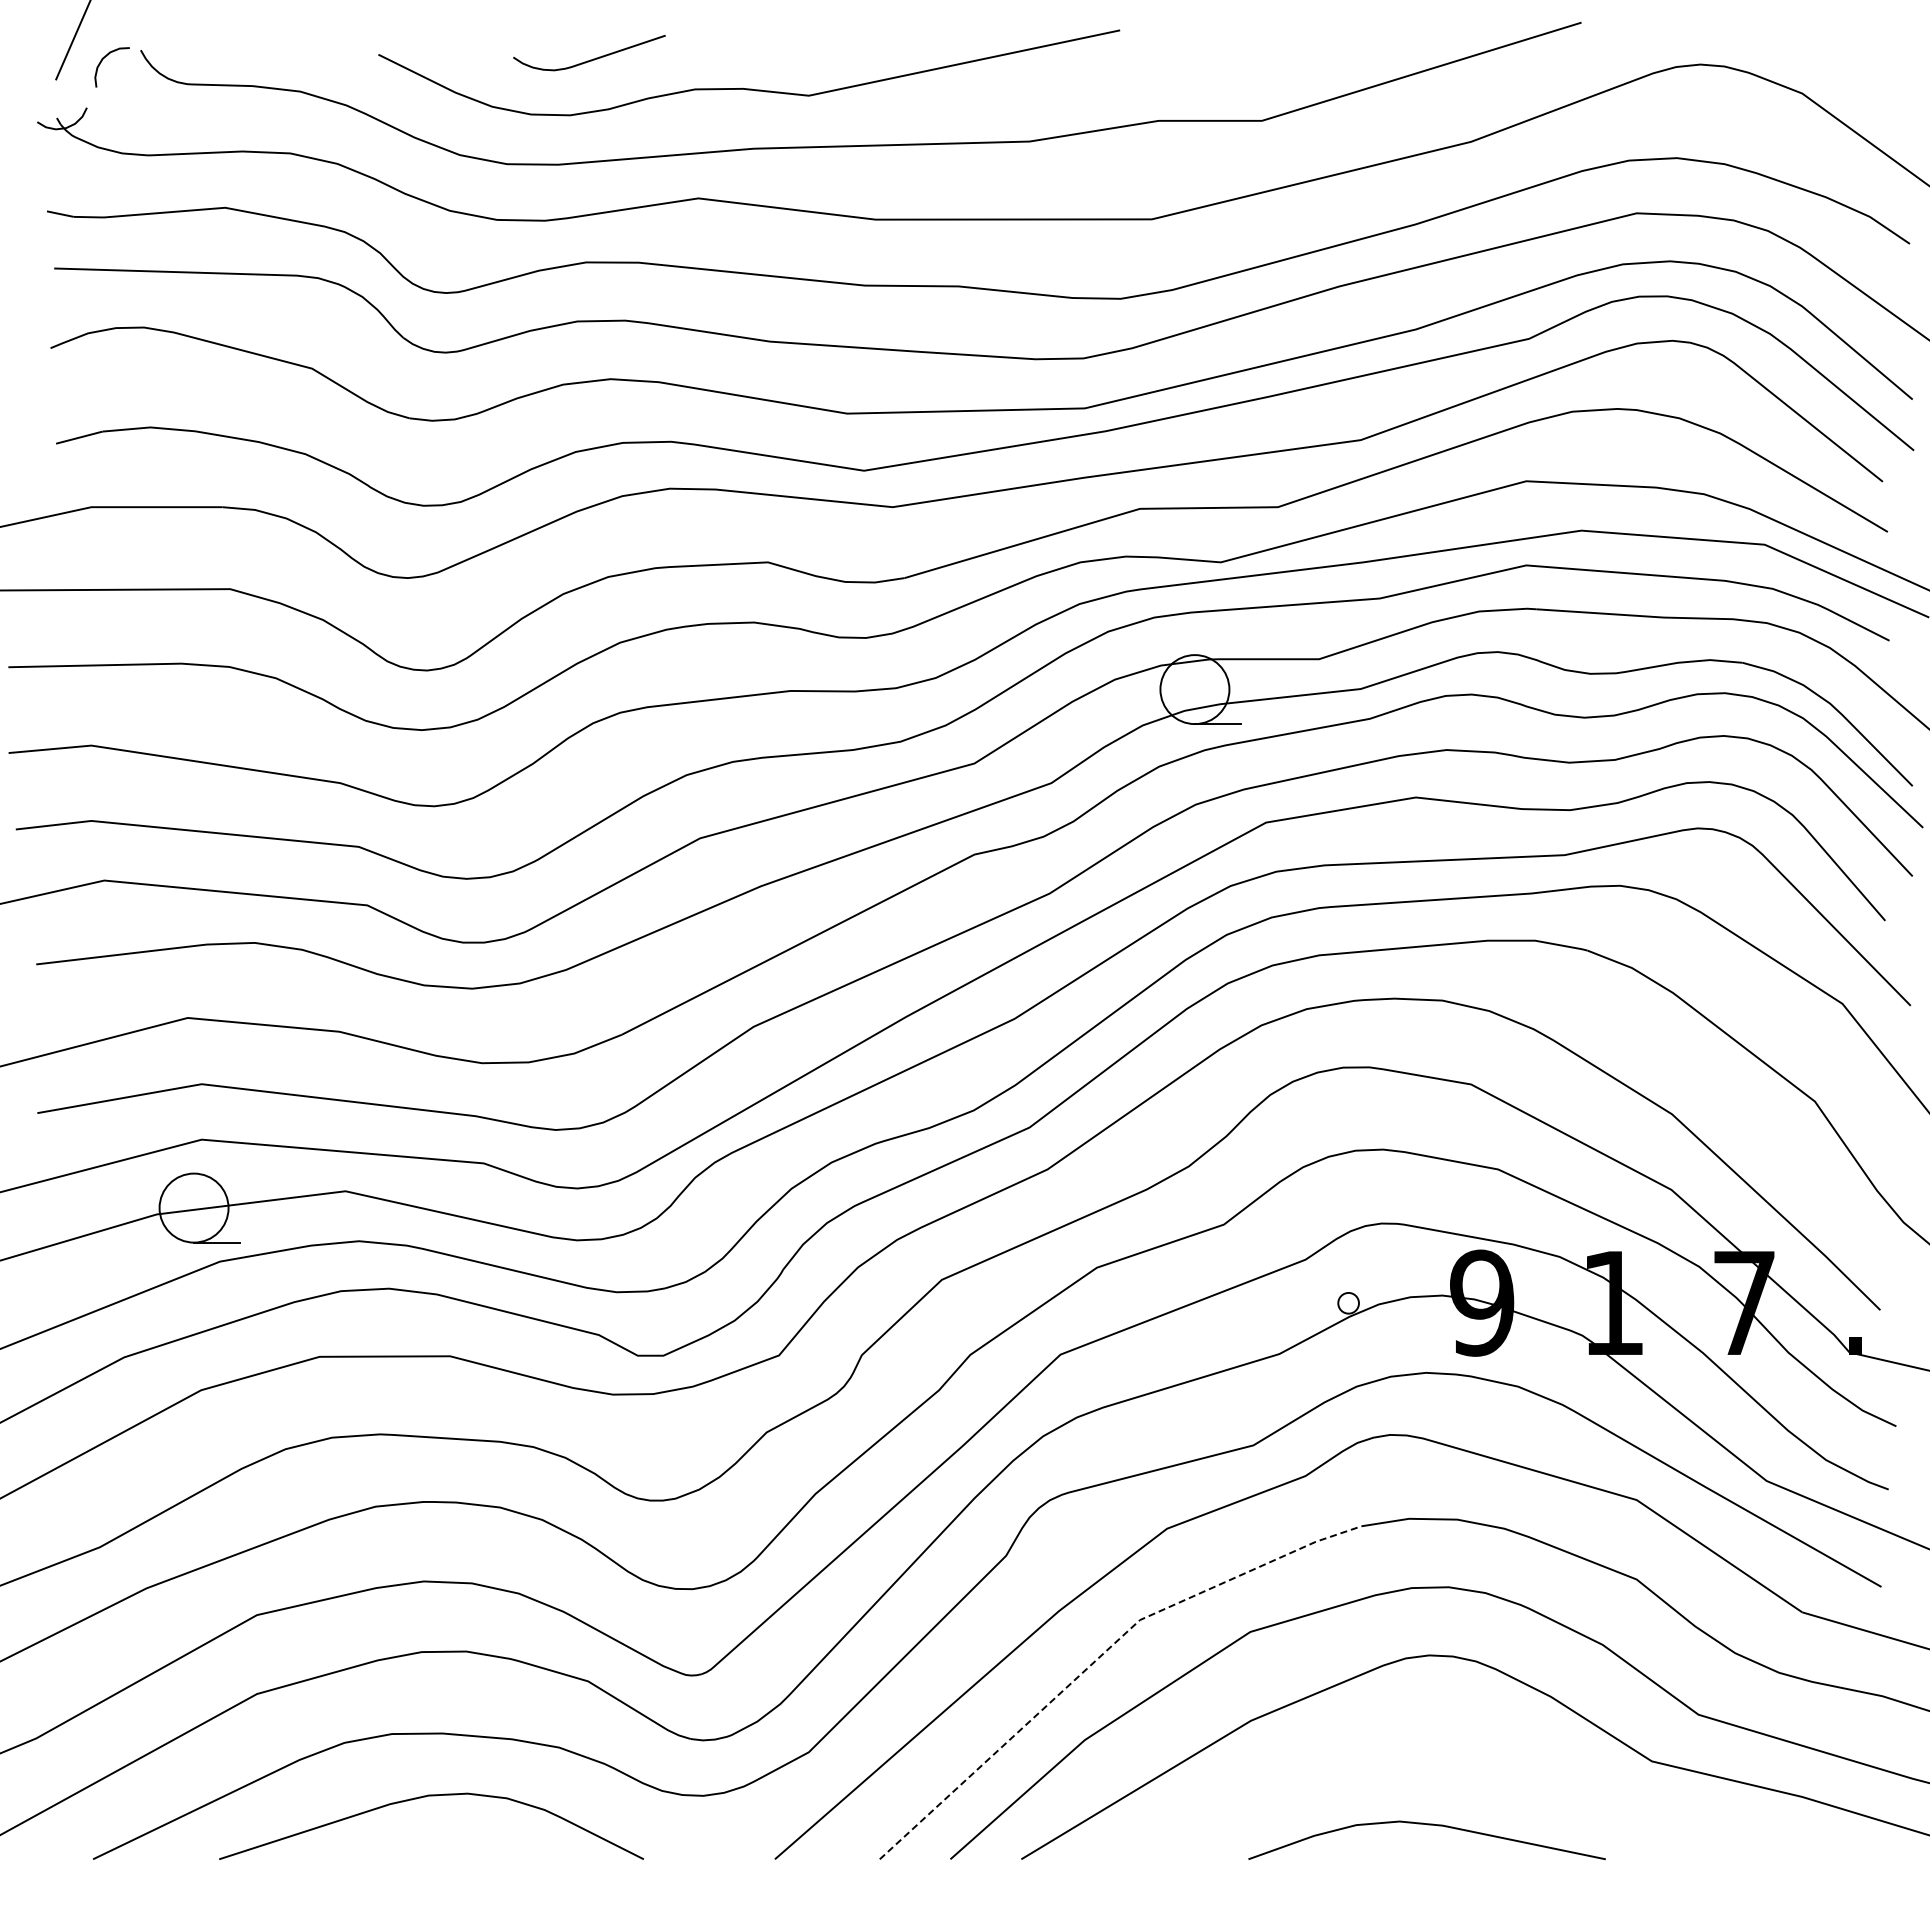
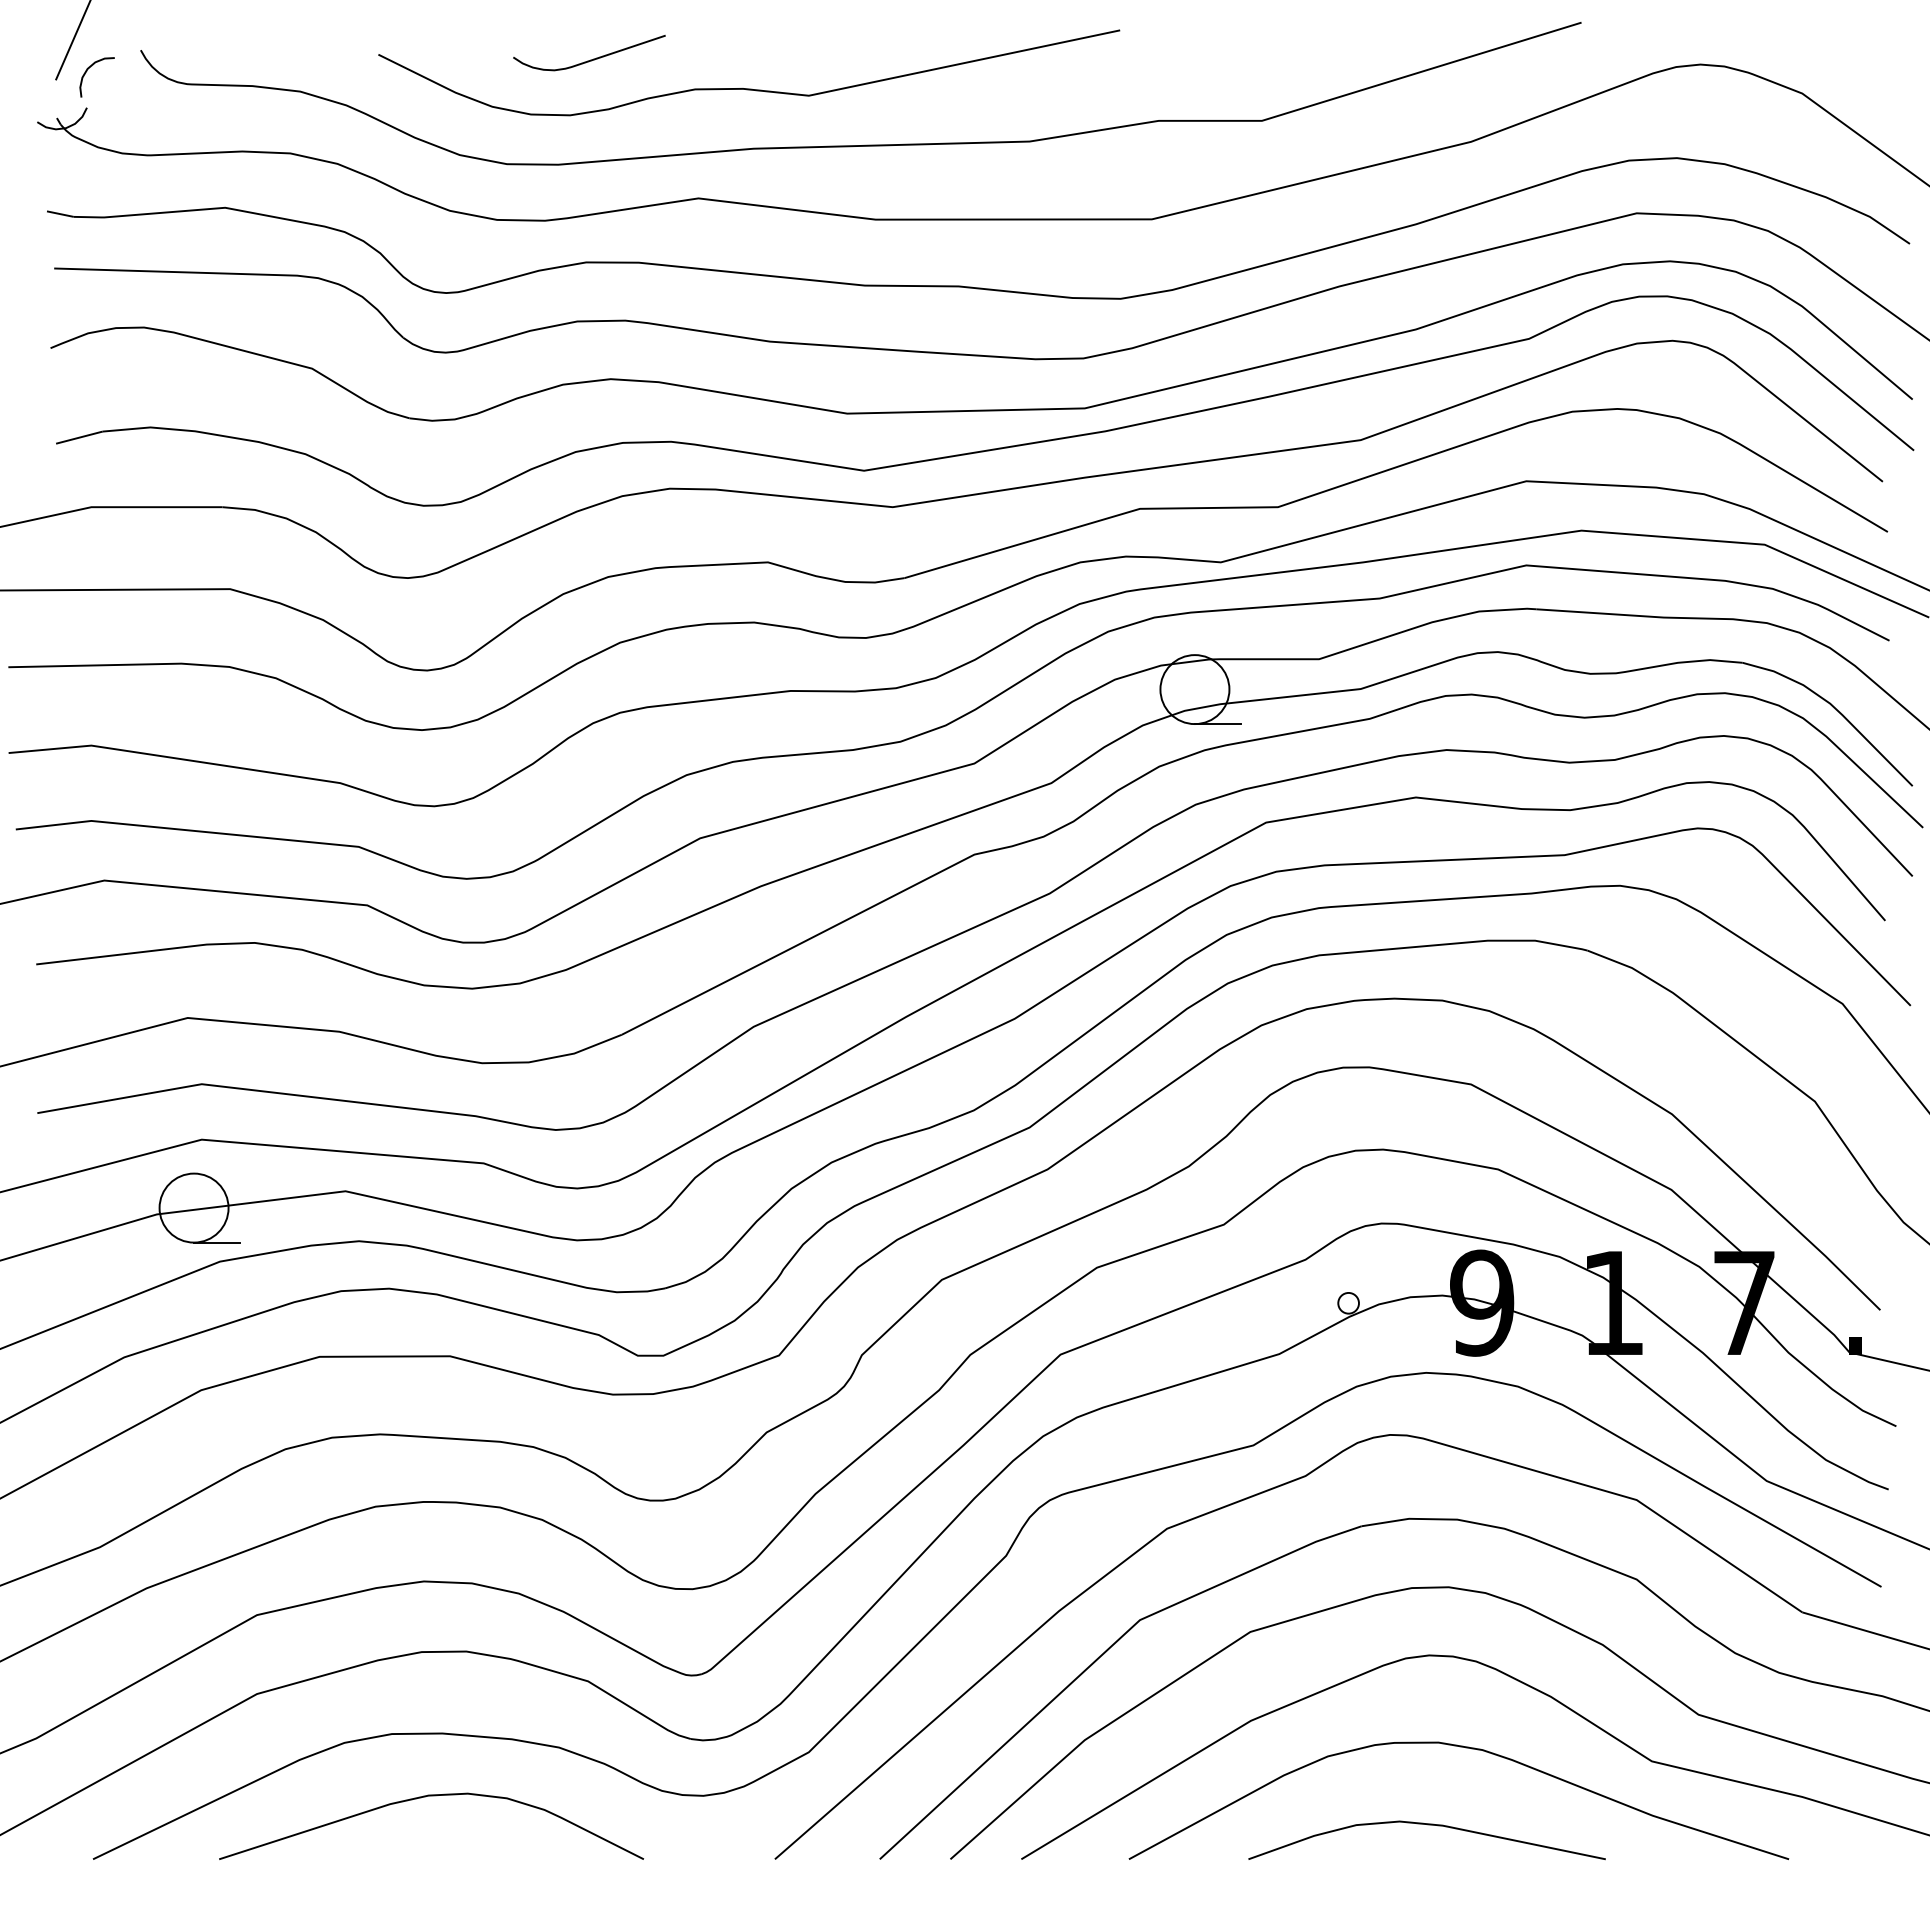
curve at (102, 61) position: (102, 61) -> (87, 71)
line at (1099, 1657): dashed -> solid
curve at (1465, 1748): none -> present
